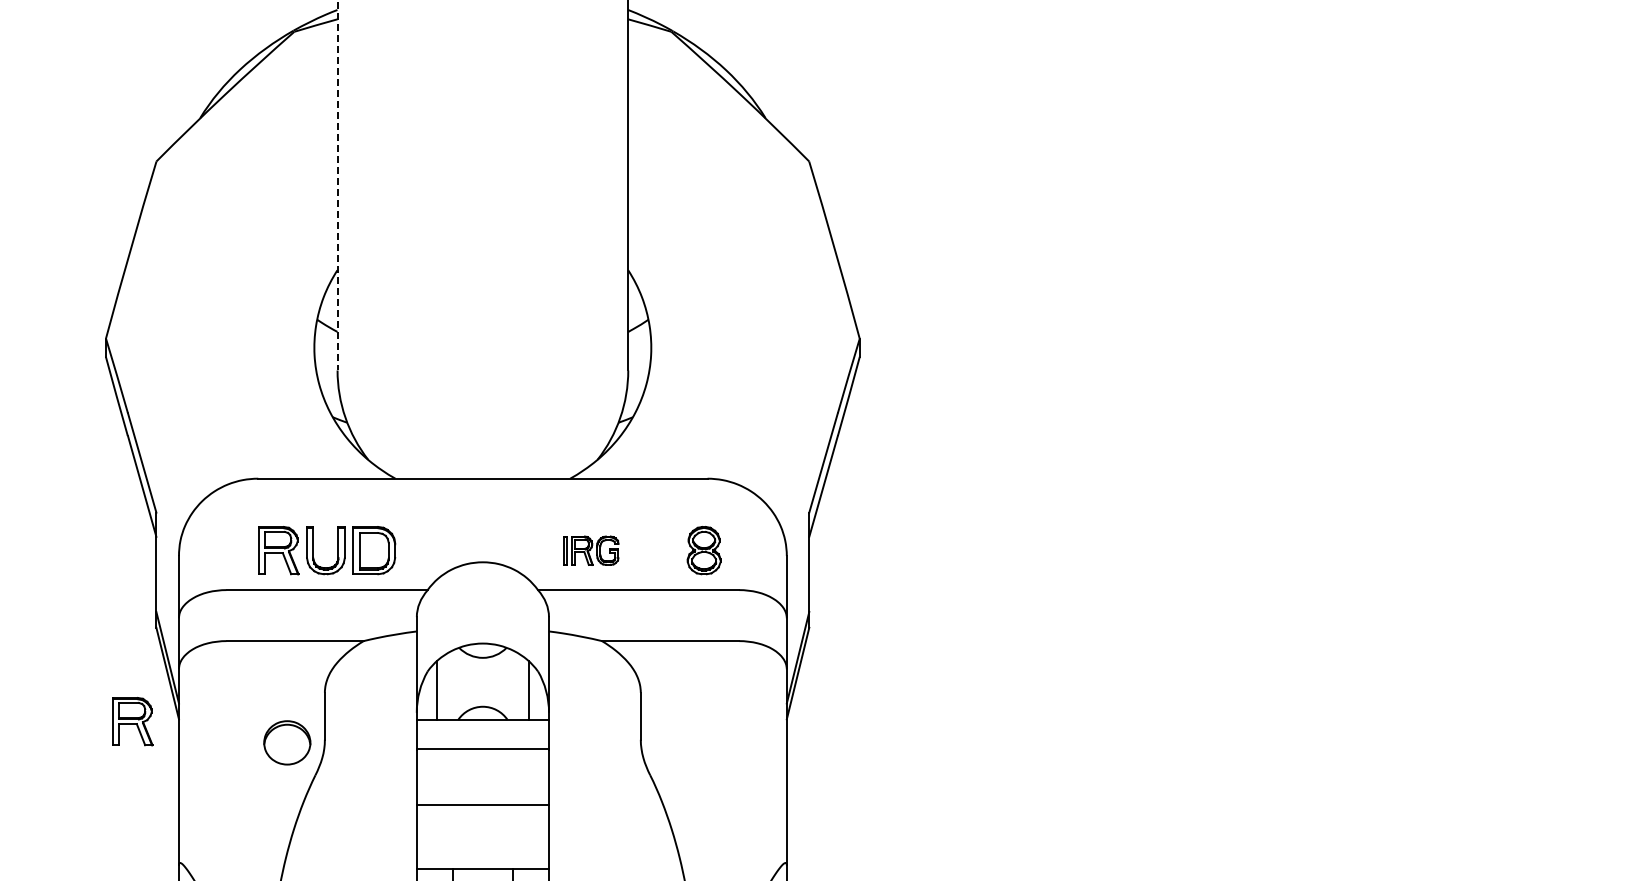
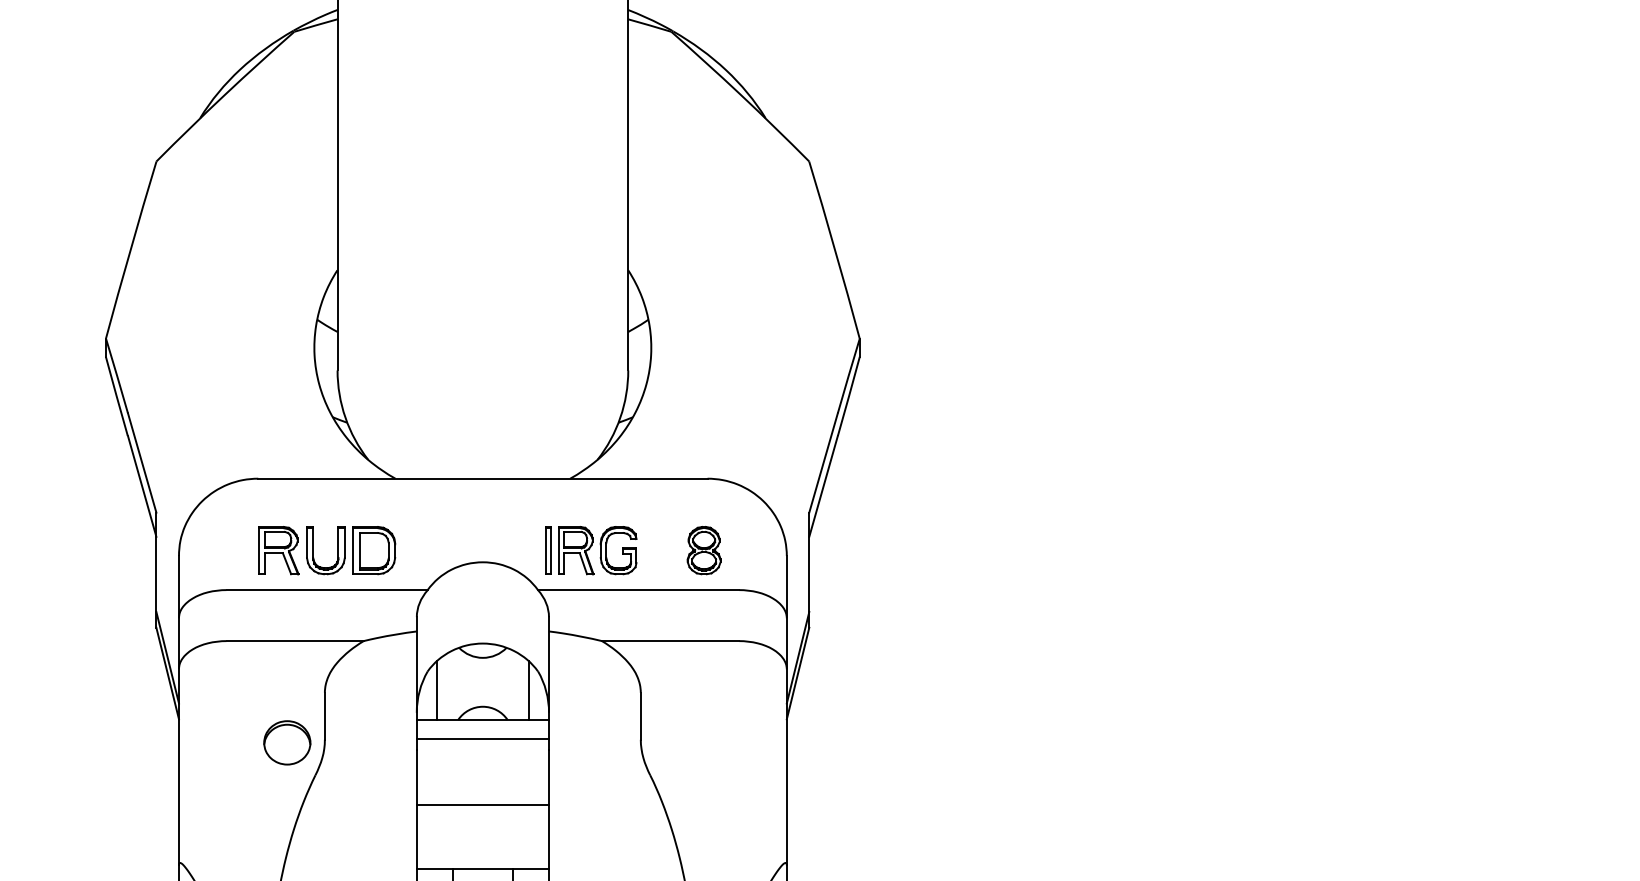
line at (337, 185): dashed -> solid
part at (591, 550) size: 57x31 px -> 93x50 px
part at (132, 721): present -> none
line at (482, 749) position: (482, 749) -> (482, 739)
